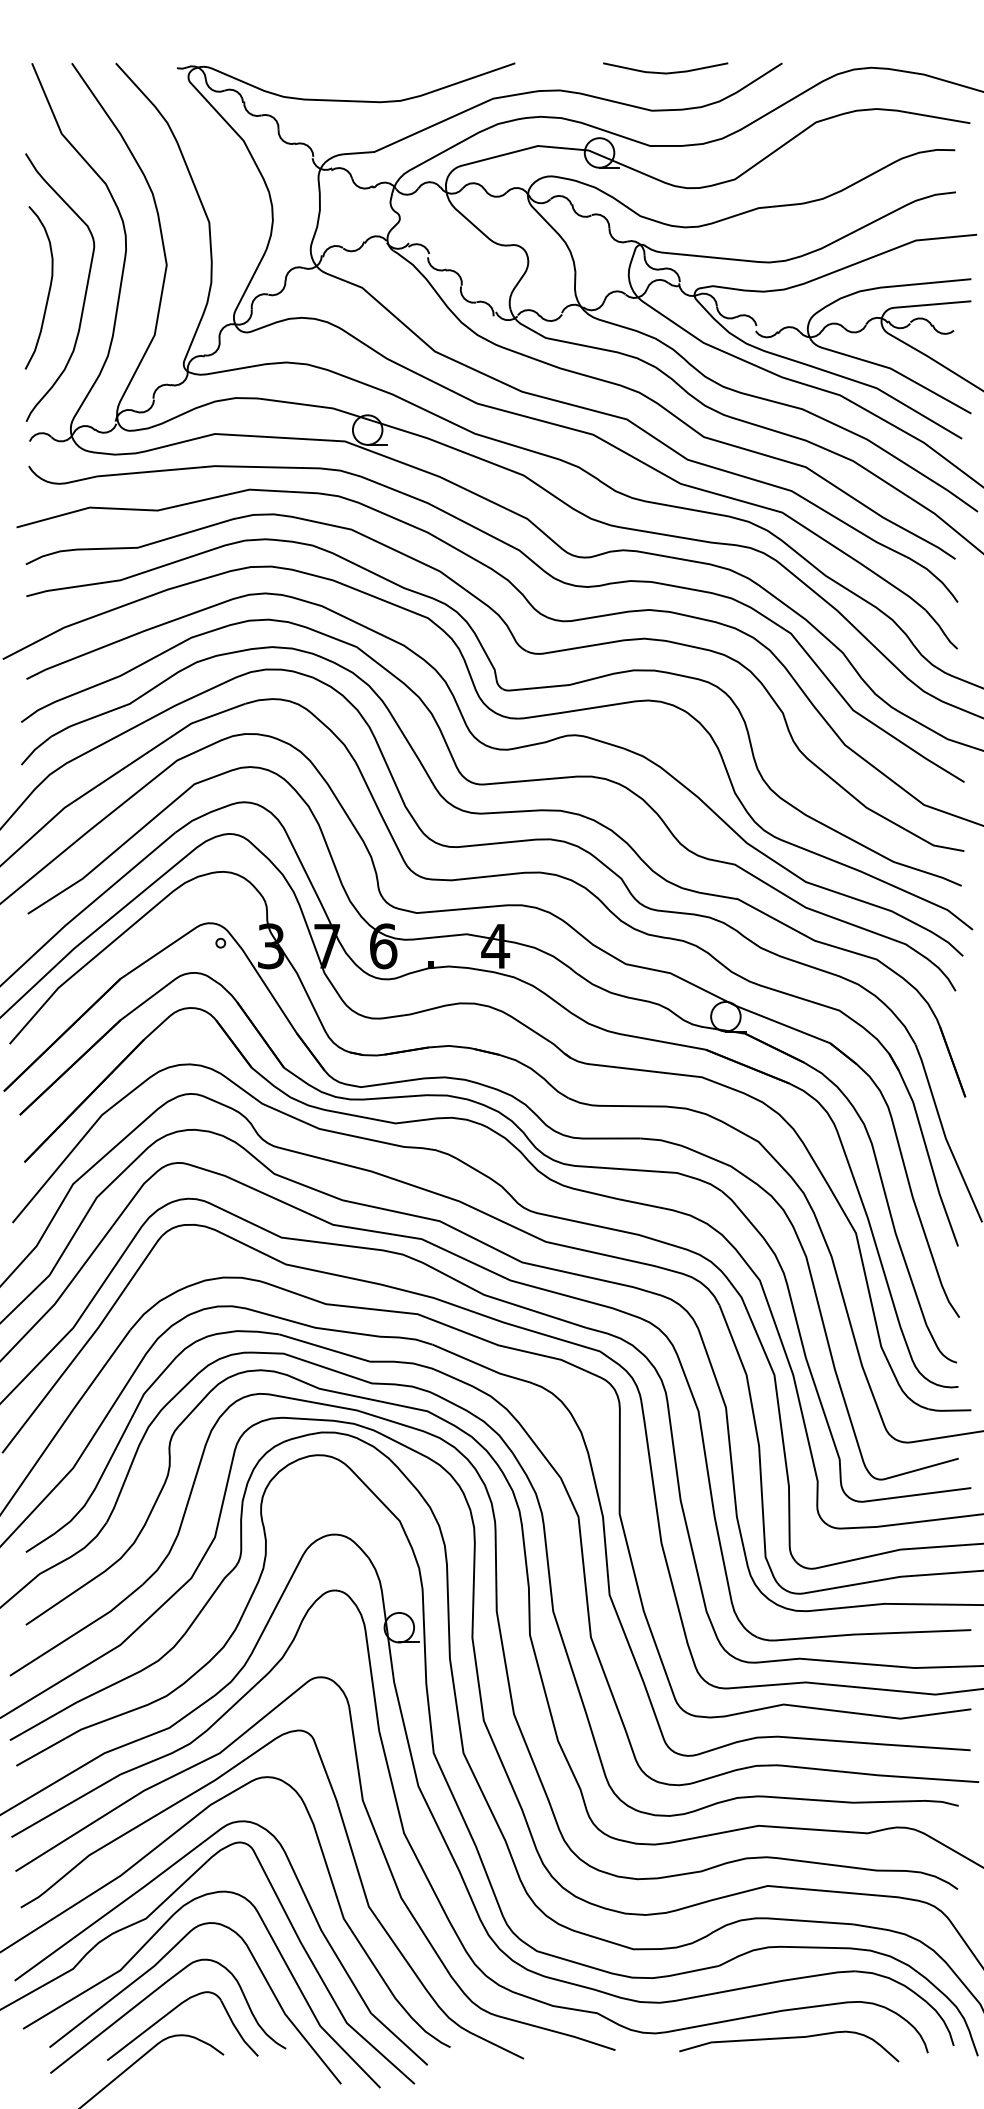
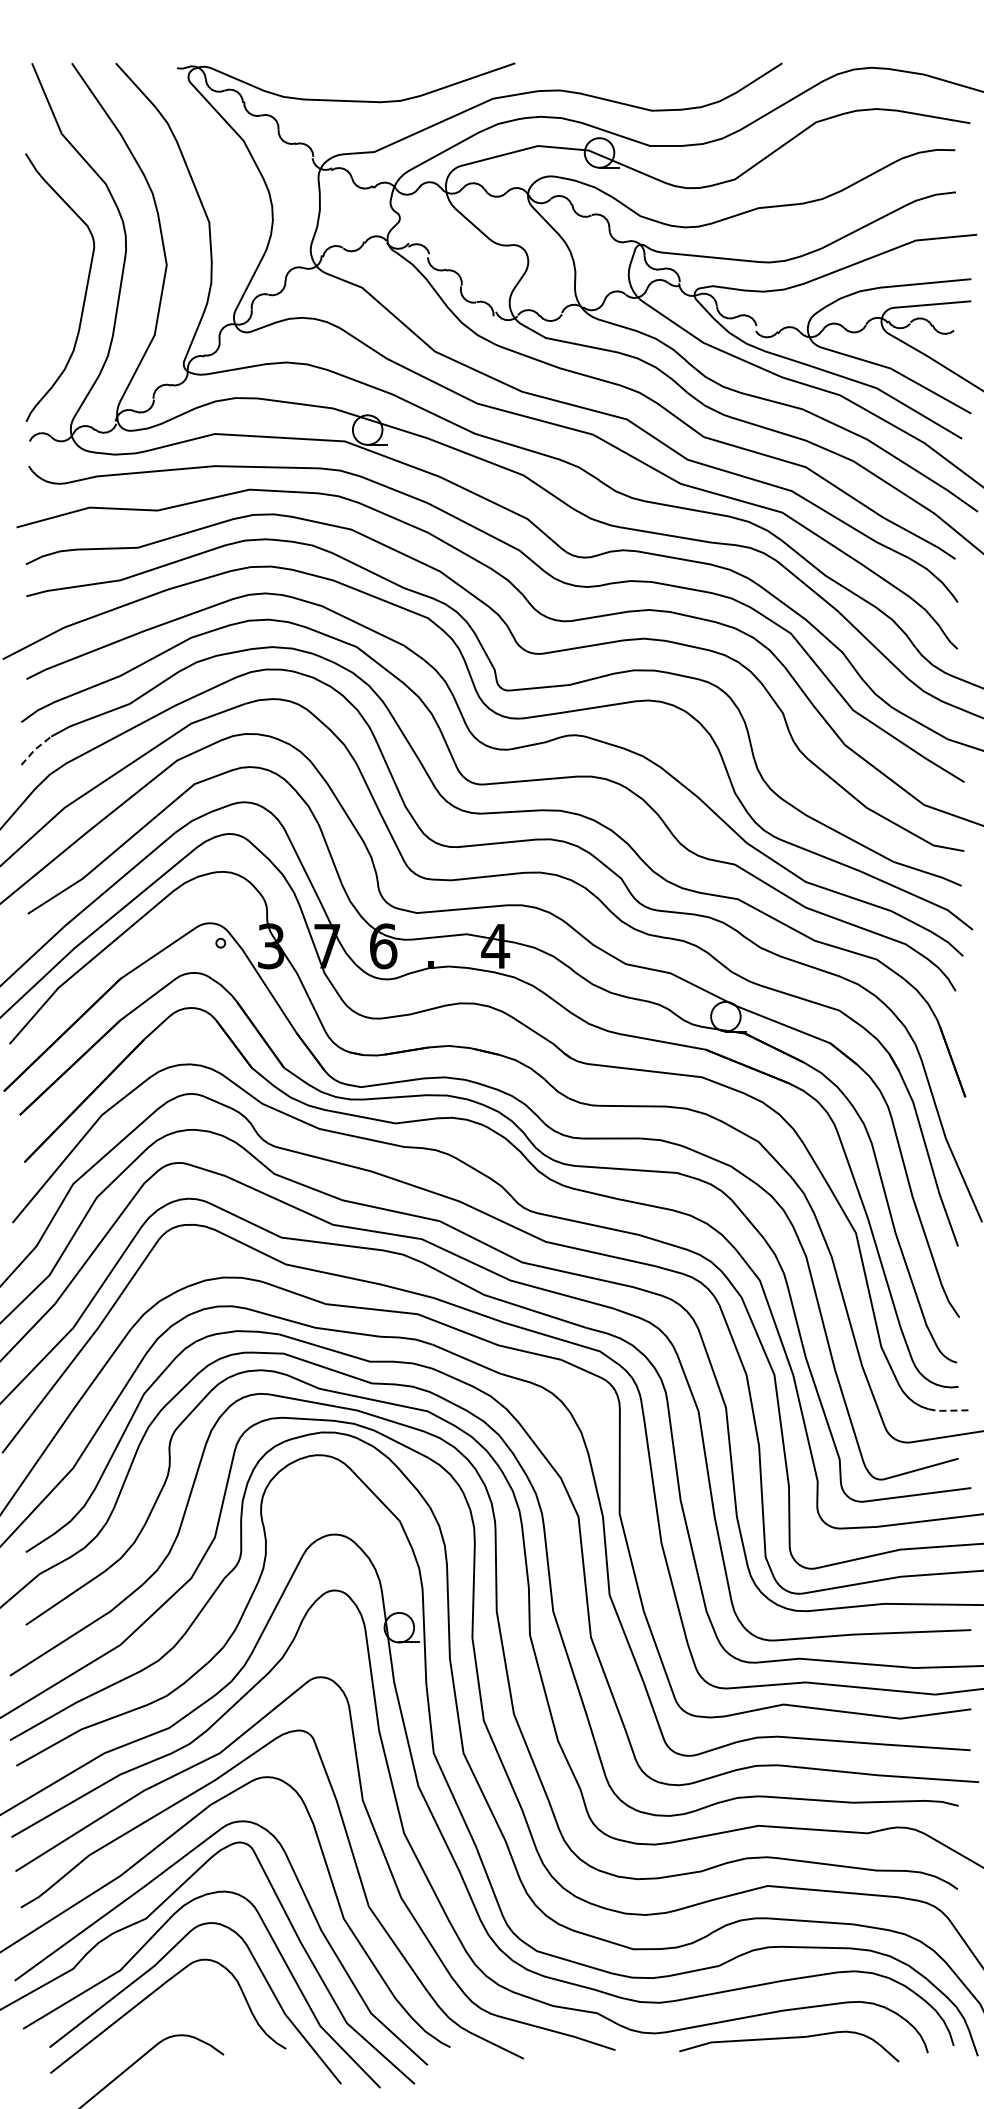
curve at (665, 72): present -> none
curve at (48, 290): present -> none
line at (35, 749): solid -> dashed
line at (949, 1410): solid -> dashed
part at (171, 2012): present -> none
